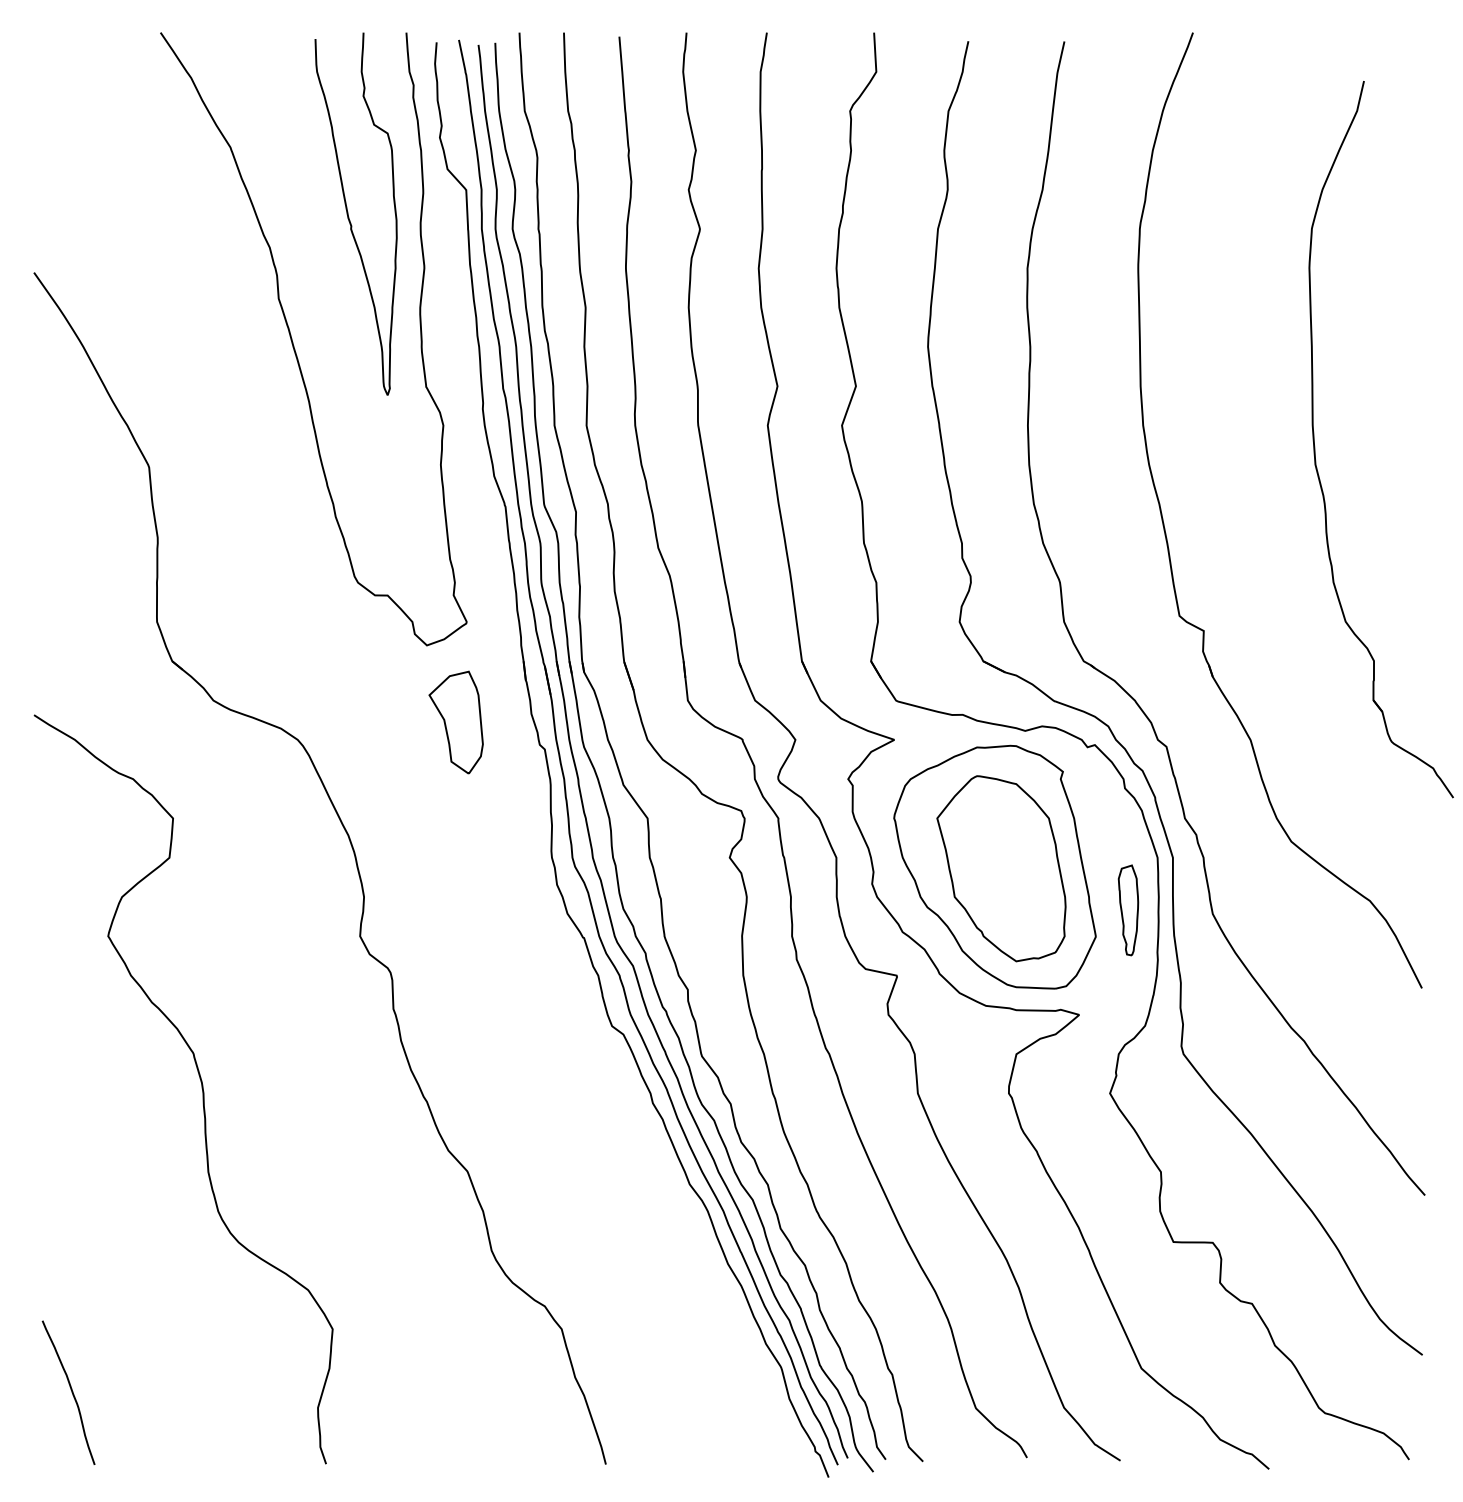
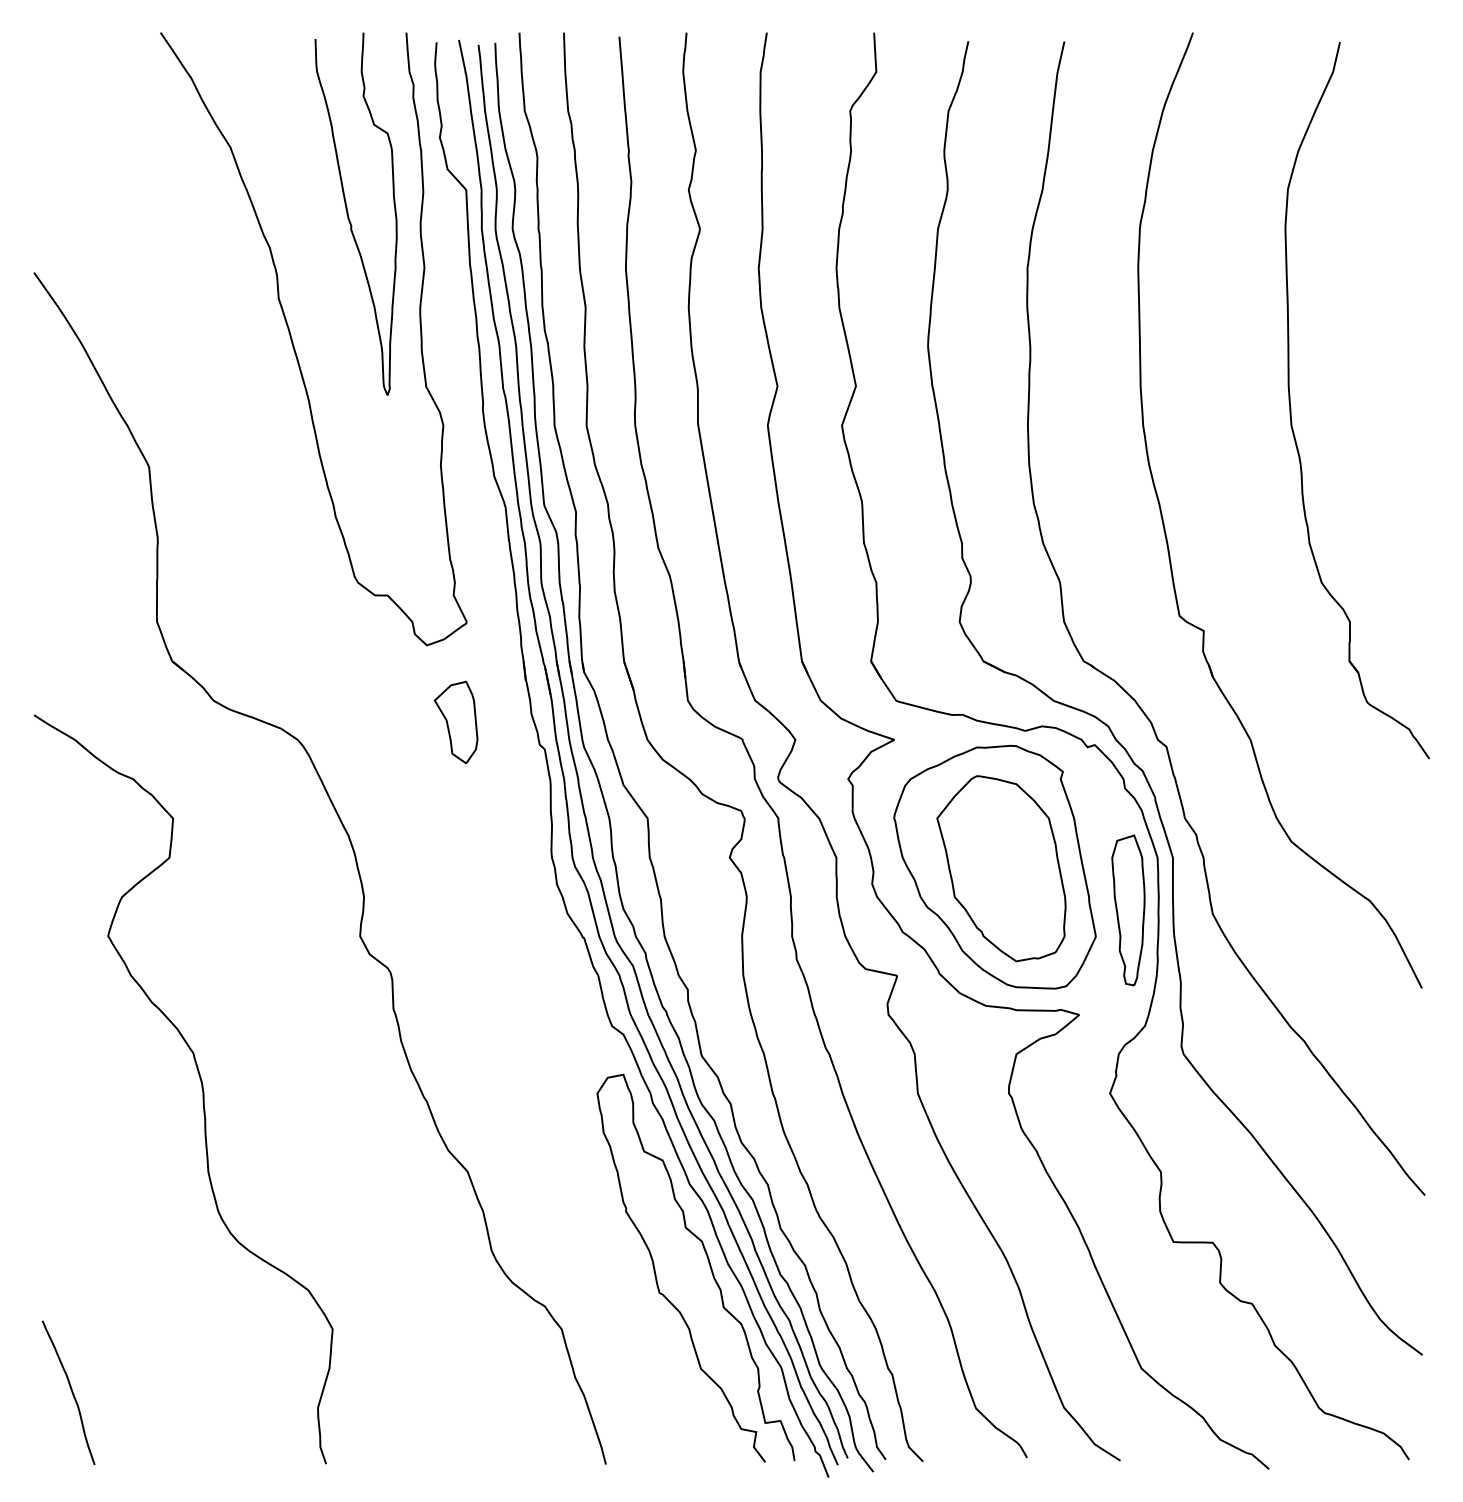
part at (1315, 446) position: (1315, 446) -> (1291, 407)
part at (455, 722) size: 56x105 px -> 46x84 px
part at (1128, 910) size: 23x93 px -> 35x153 px
curve at (708, 1263): none -> present
